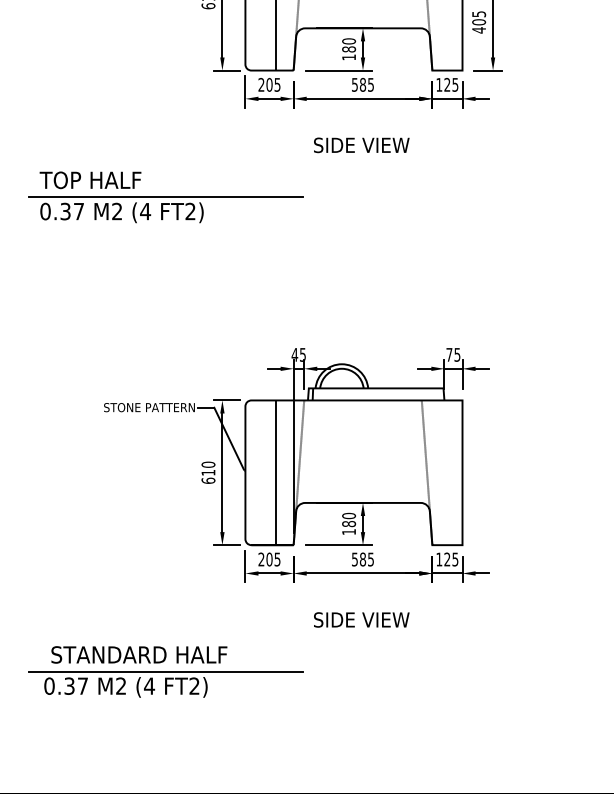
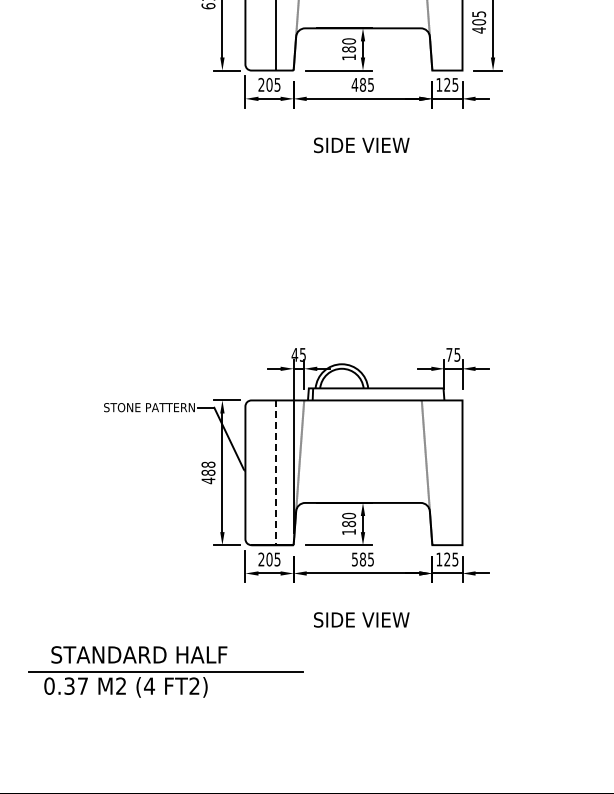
text at (354, 84): 585 -> 485
part at (165, 197): present -> none
text at (208, 472): 610 -> 488
line at (275, 473): solid -> dashed
